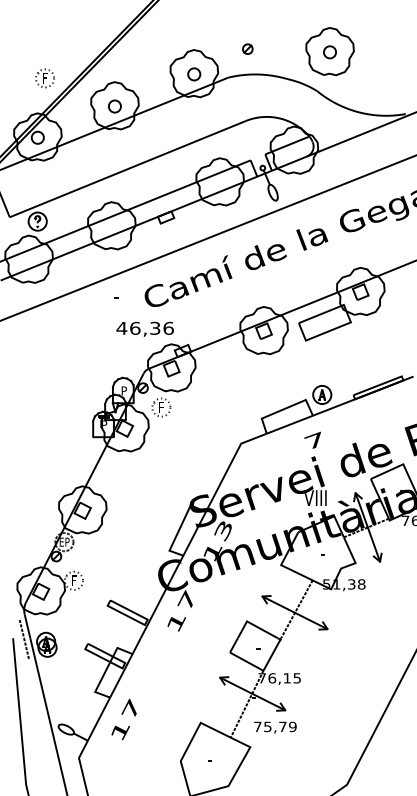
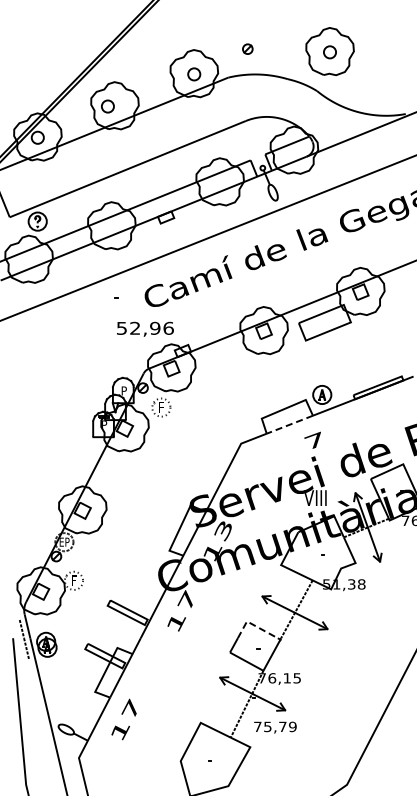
part at (44, 78): present -> none
part at (114, 106) position: (114, 106) -> (107, 106)
text at (138, 327): 46,36 -> 52,96
line at (289, 424): solid -> dashed
line at (253, 625): solid -> dashed
